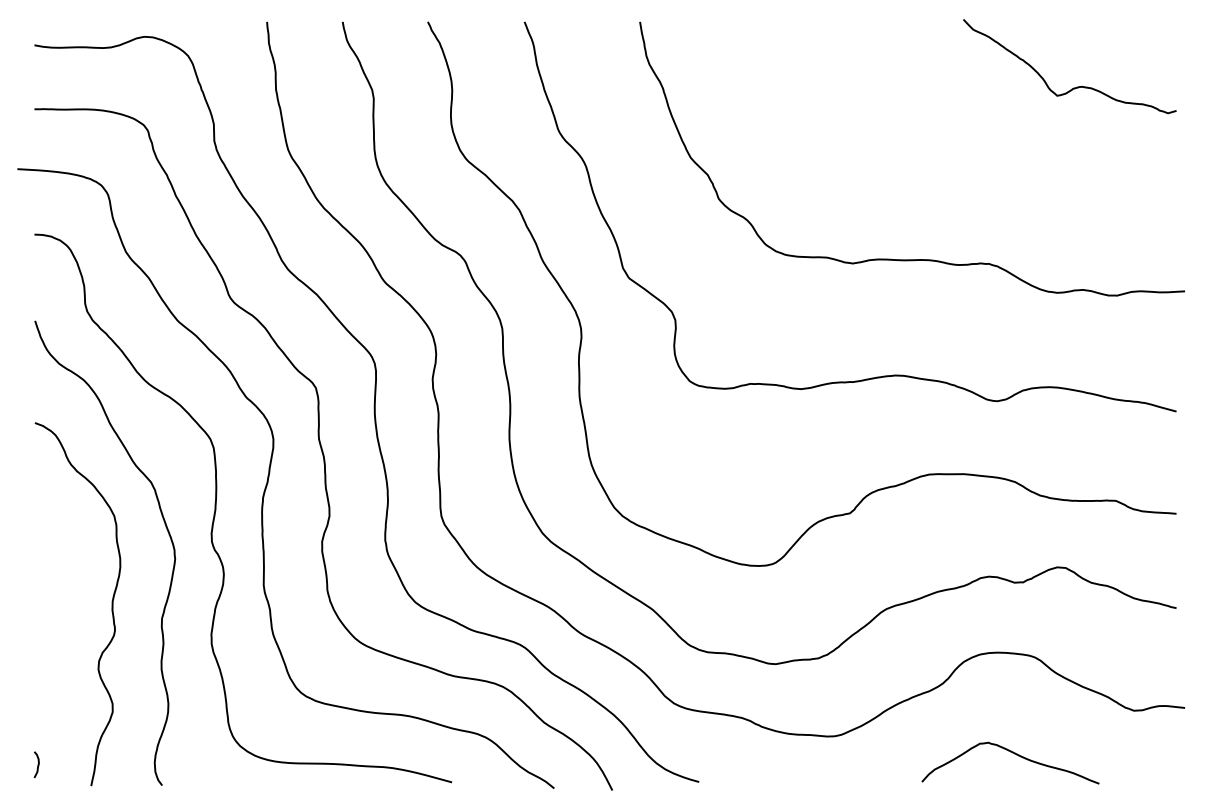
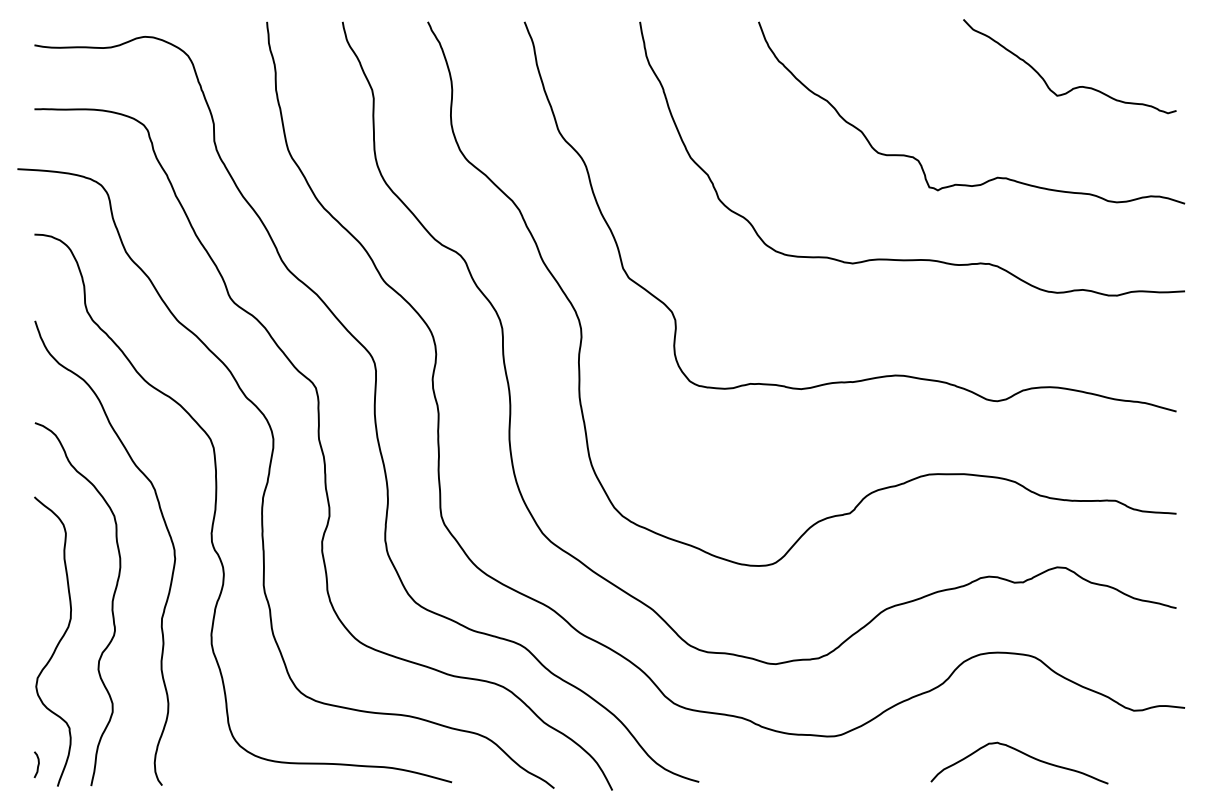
curve at (997, 176): none -> present
curve at (57, 643): none -> present
curve at (1014, 754) position: (1014, 754) -> (1023, 754)
